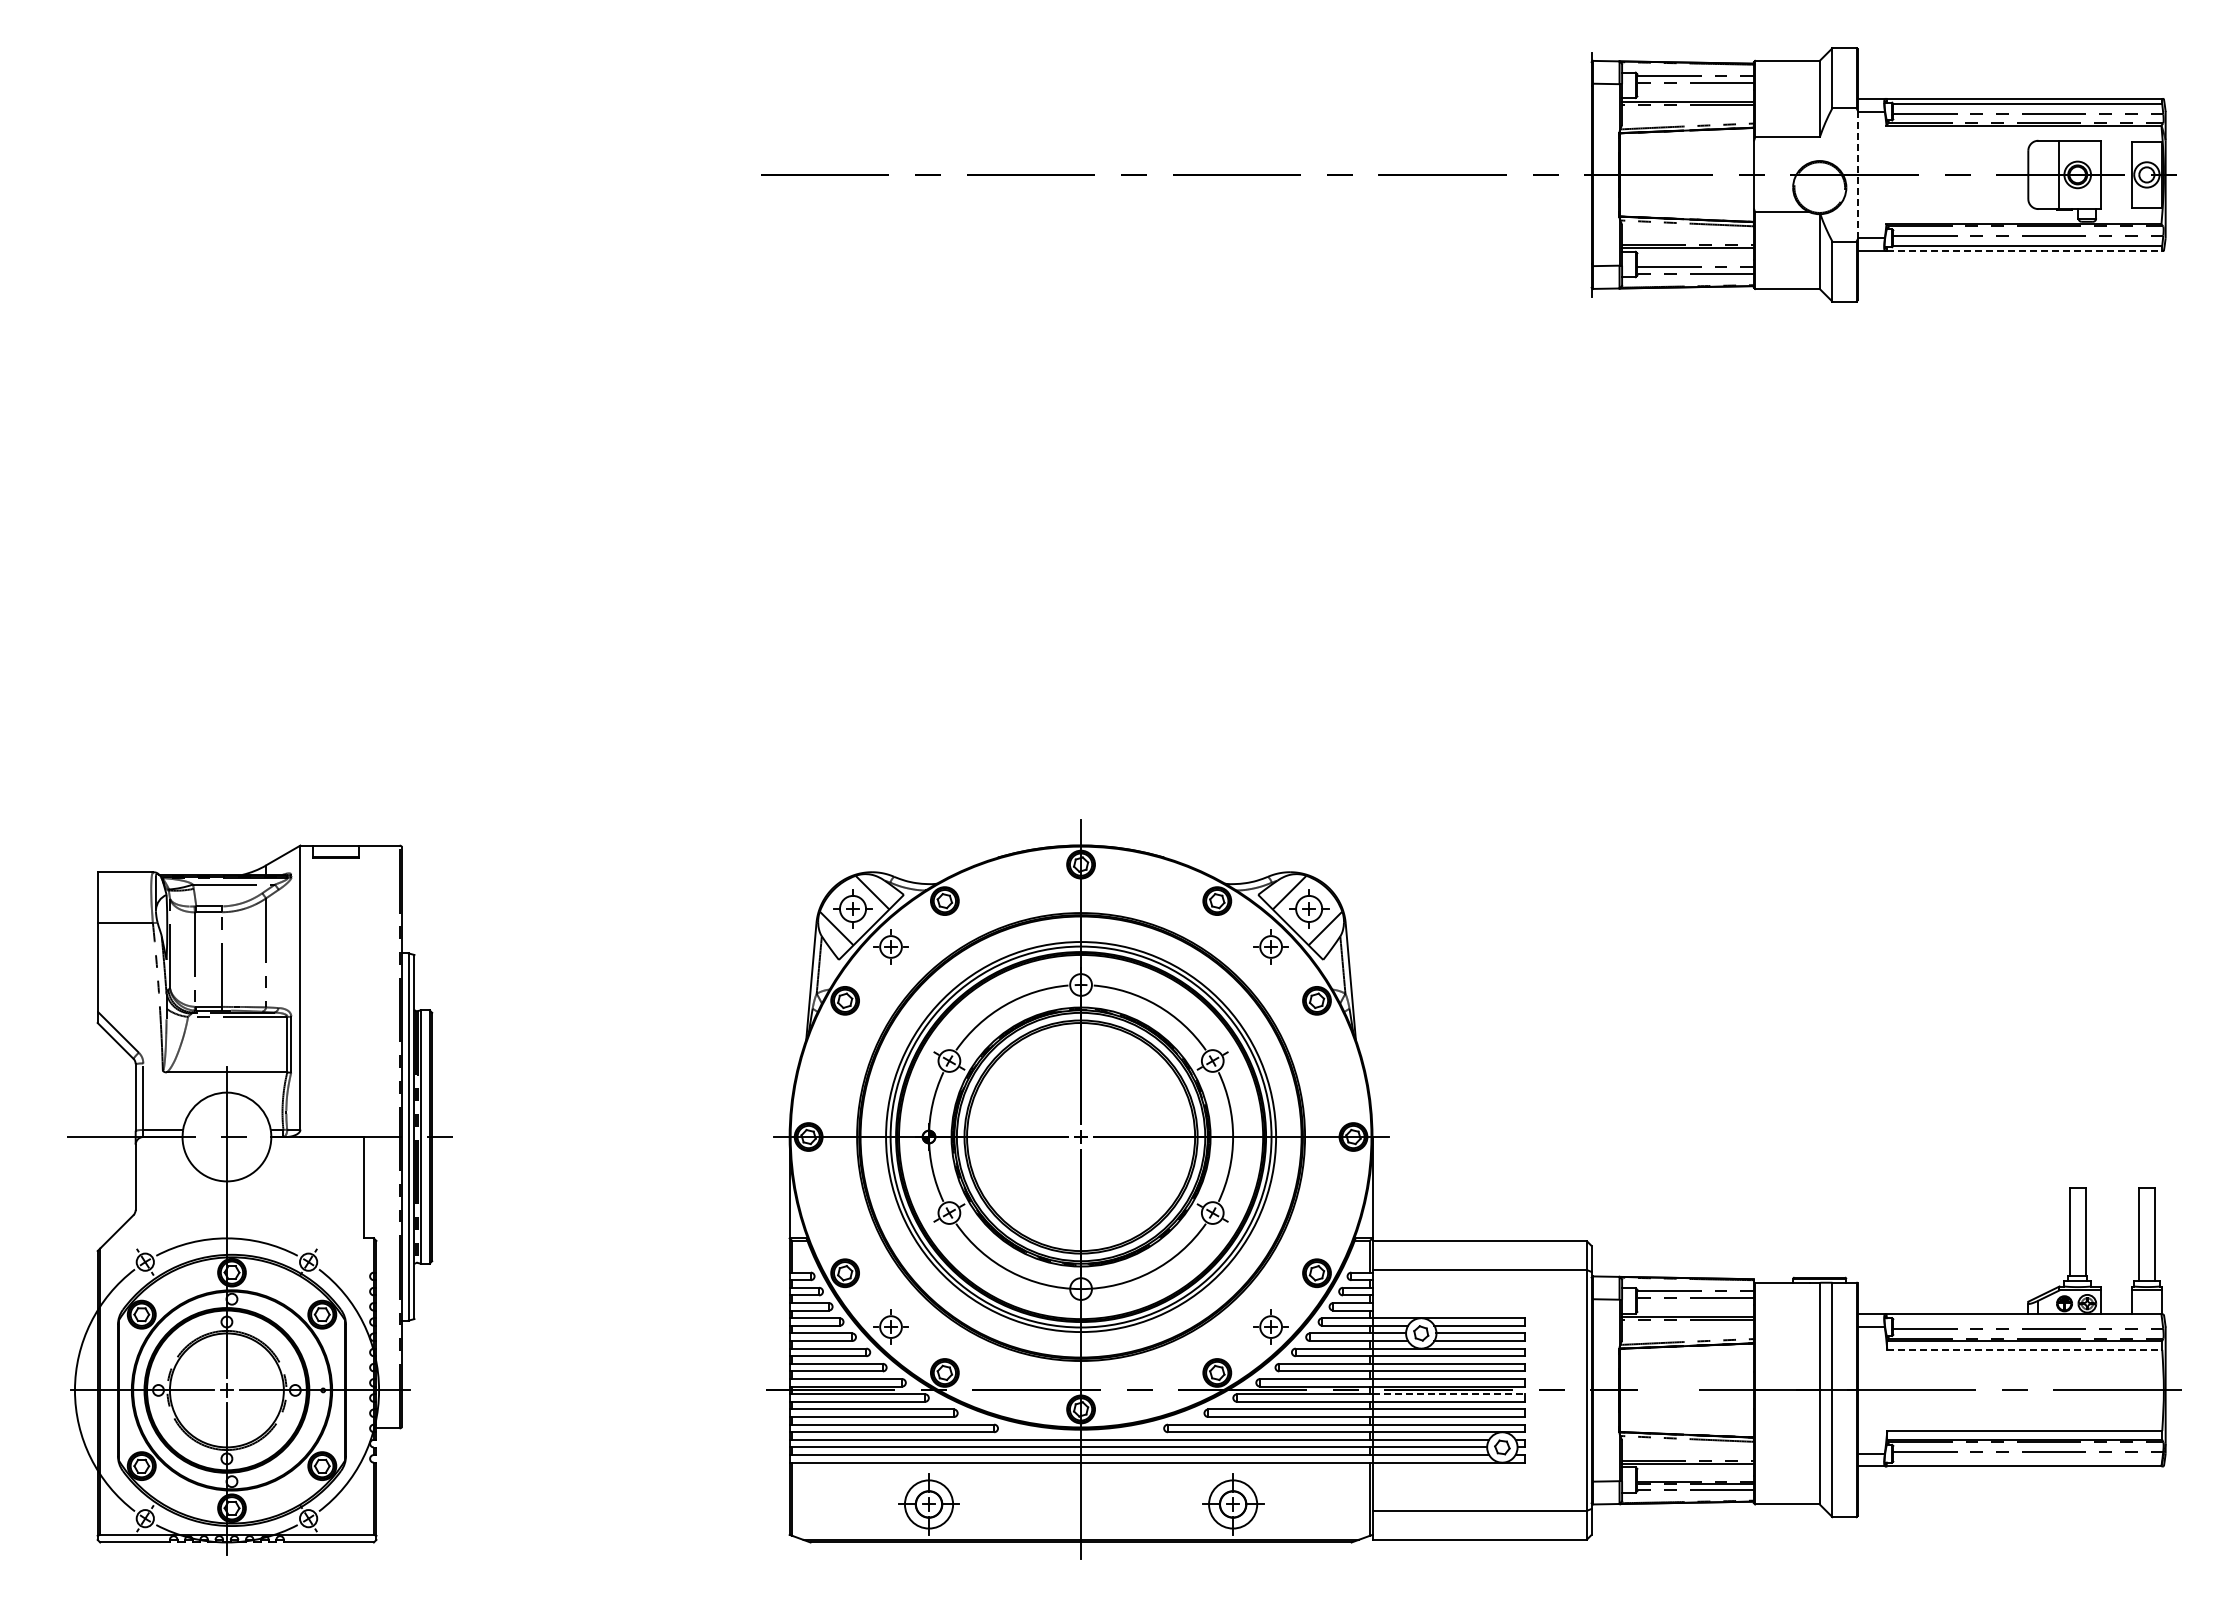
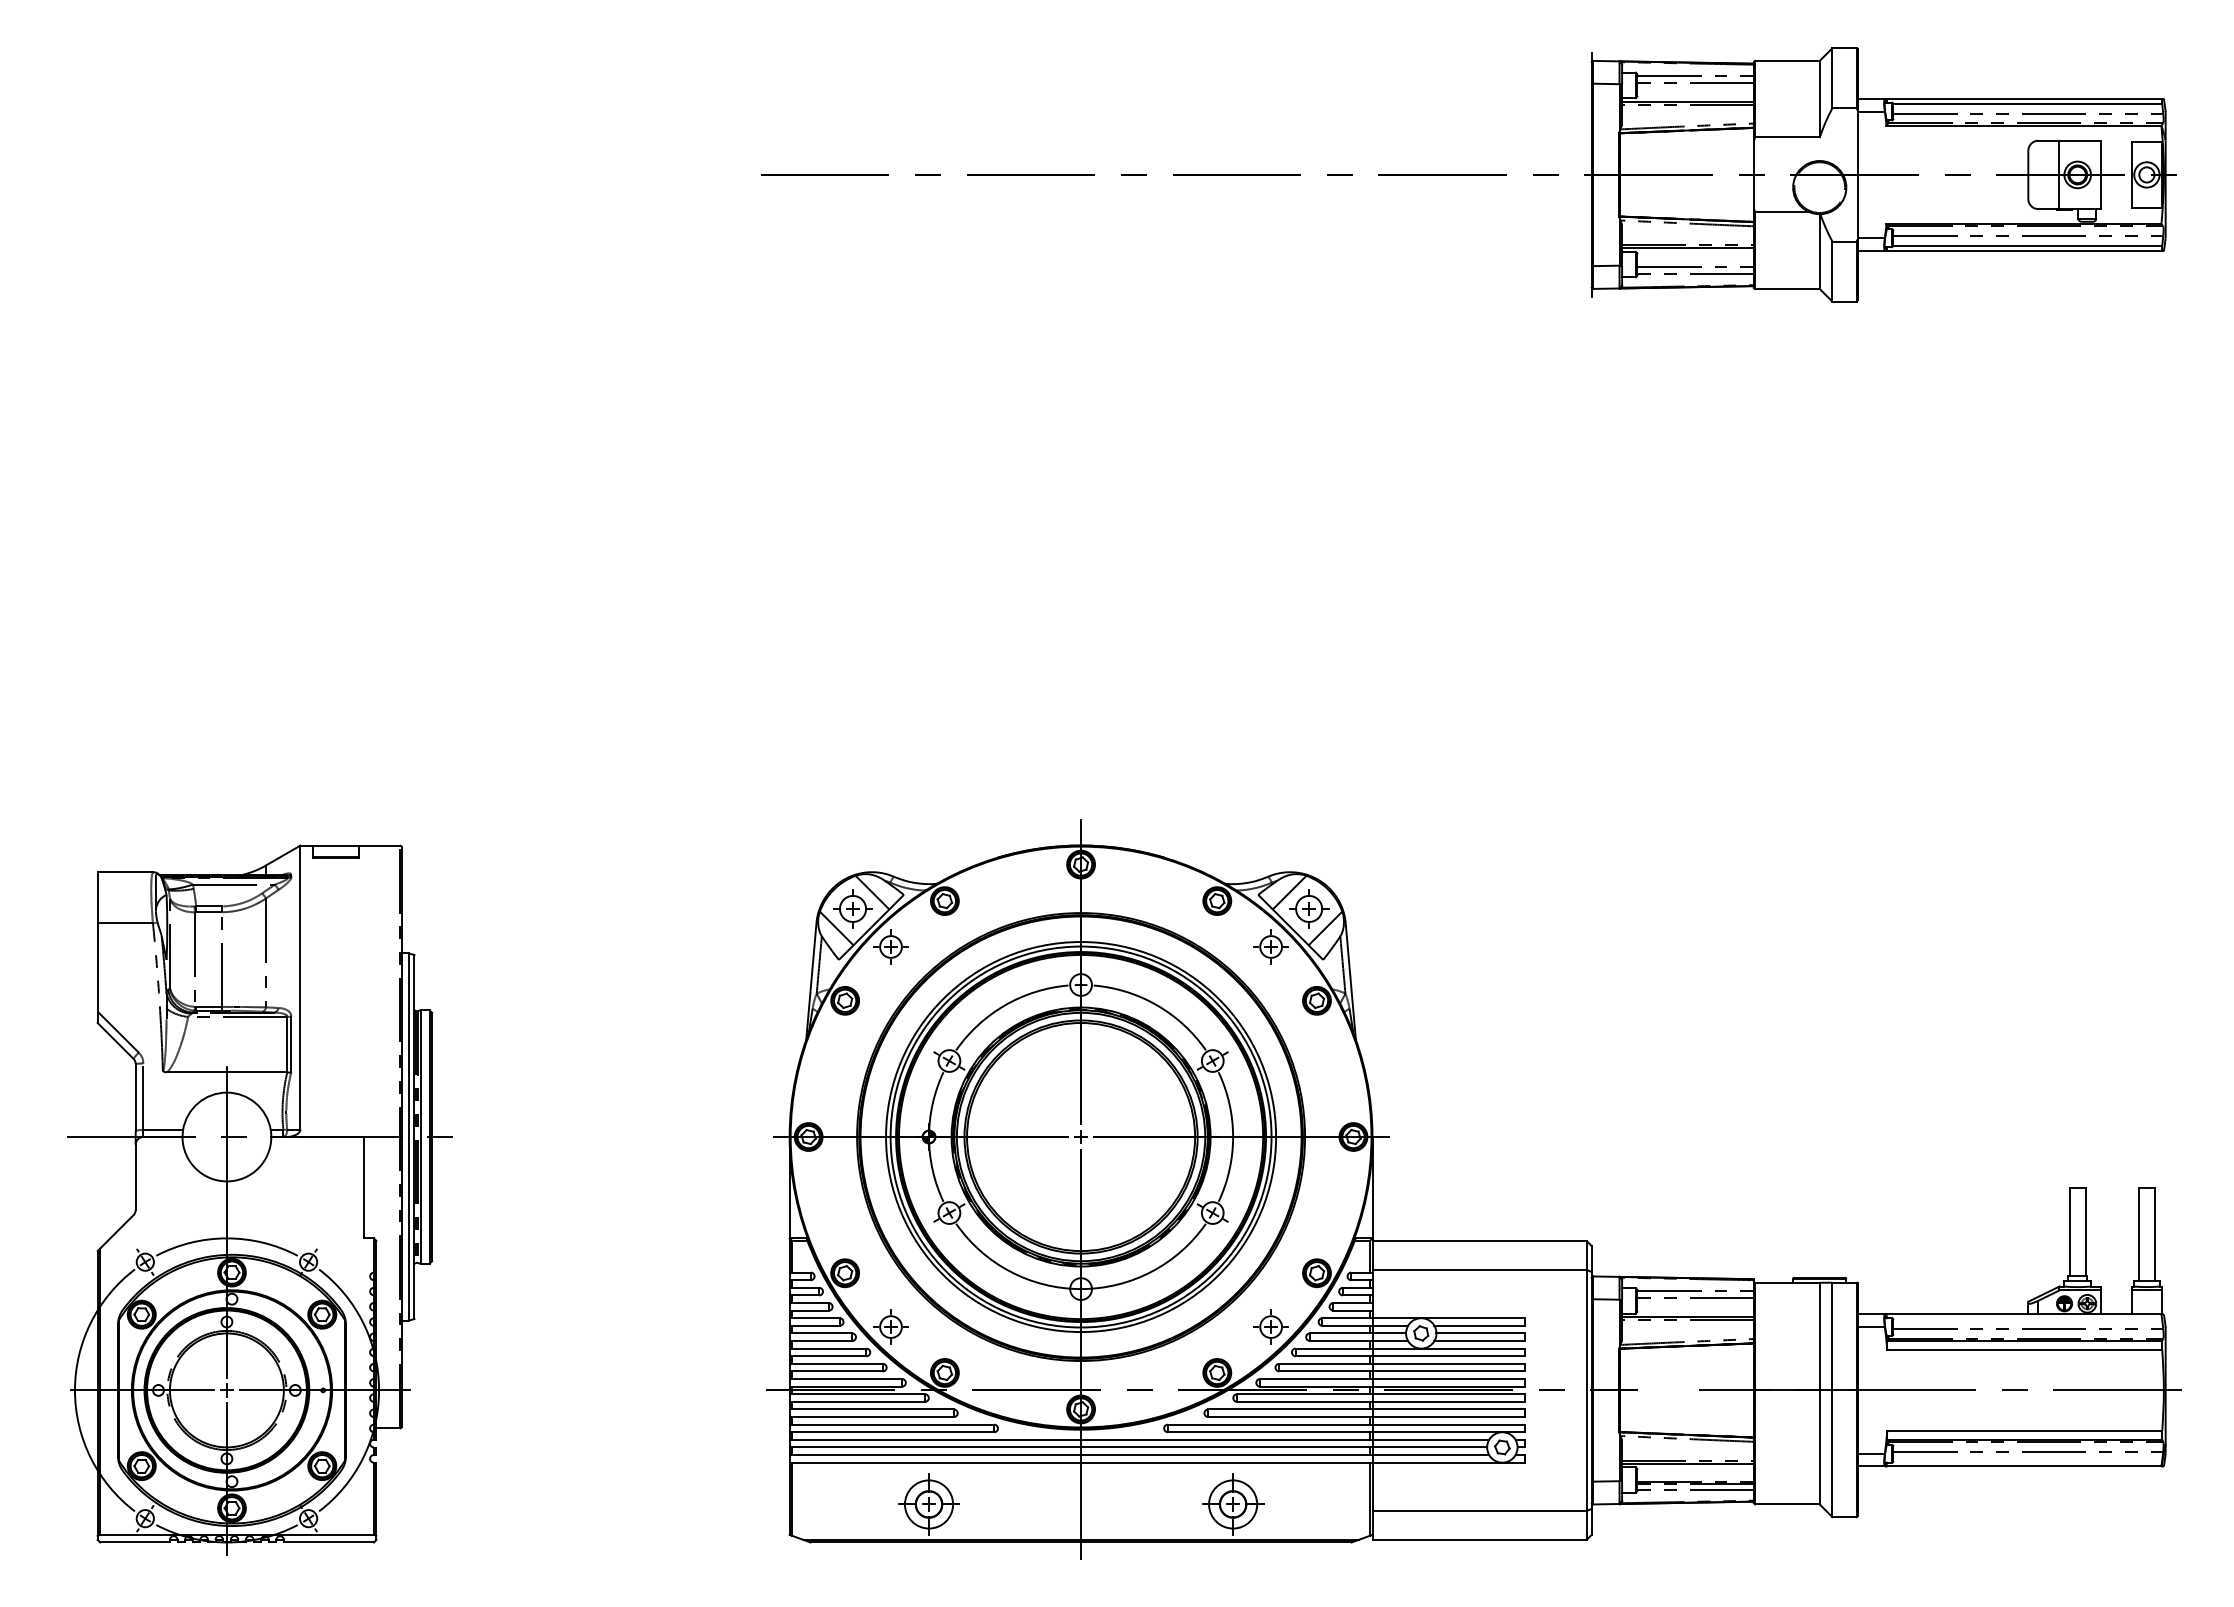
line at (1857, 174): dashed -> solid
line at (2025, 250): dashed -> solid
line at (2025, 1349): dashed -> solid
line at (1449, 1394): dashed -> solid
